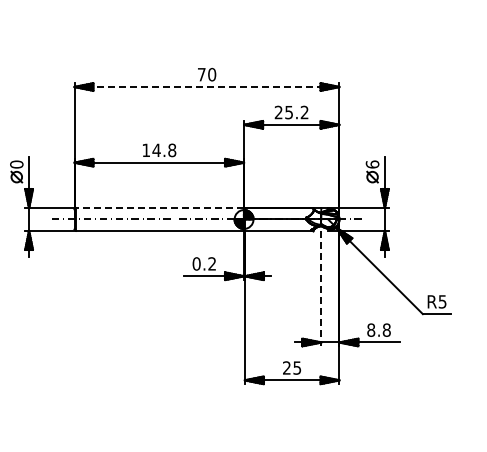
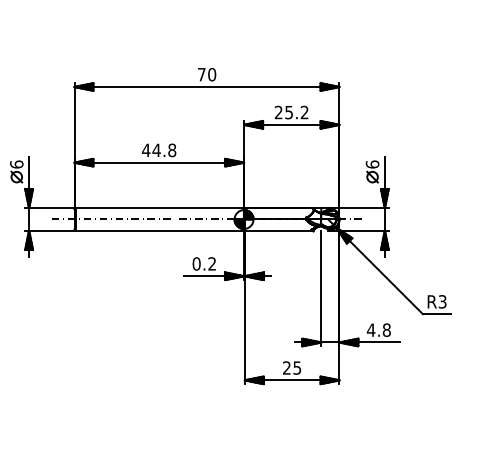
line at (207, 87): dashed -> solid
text at (146, 149): 14.8 -> 44.8
text at (16, 164): 0 -> 6
line at (159, 208): dashed -> solid
line at (321, 288): dashed -> solid
text at (442, 301): R5 -> R3
text at (370, 329): 8.8 -> 4.8
